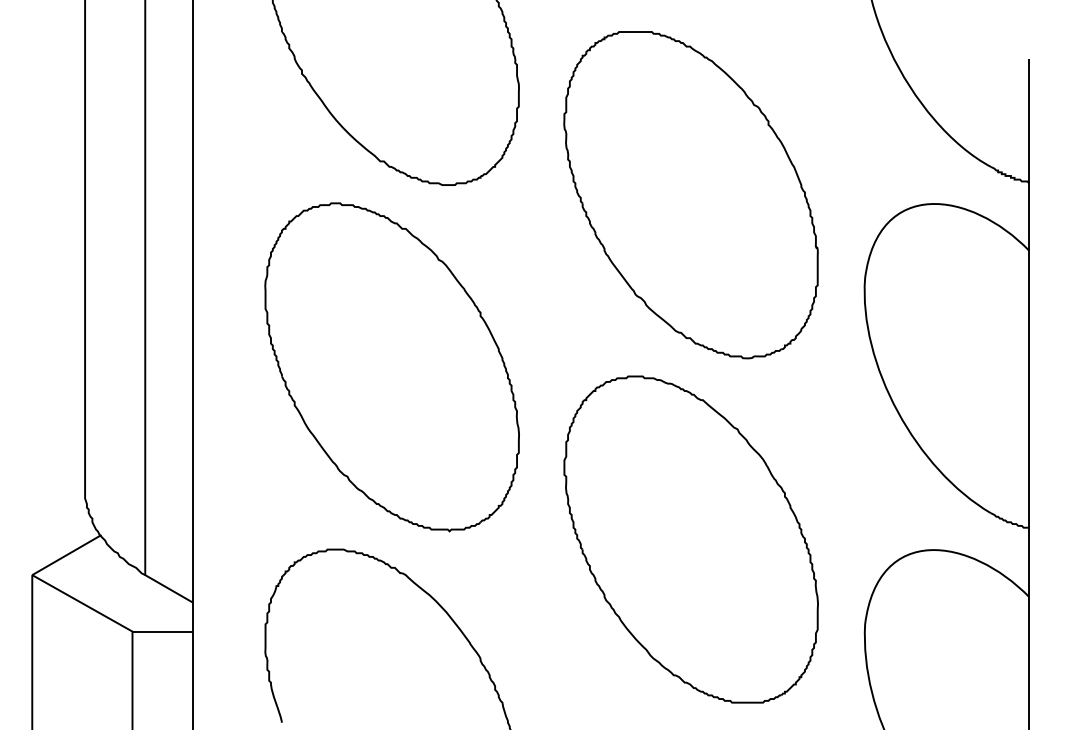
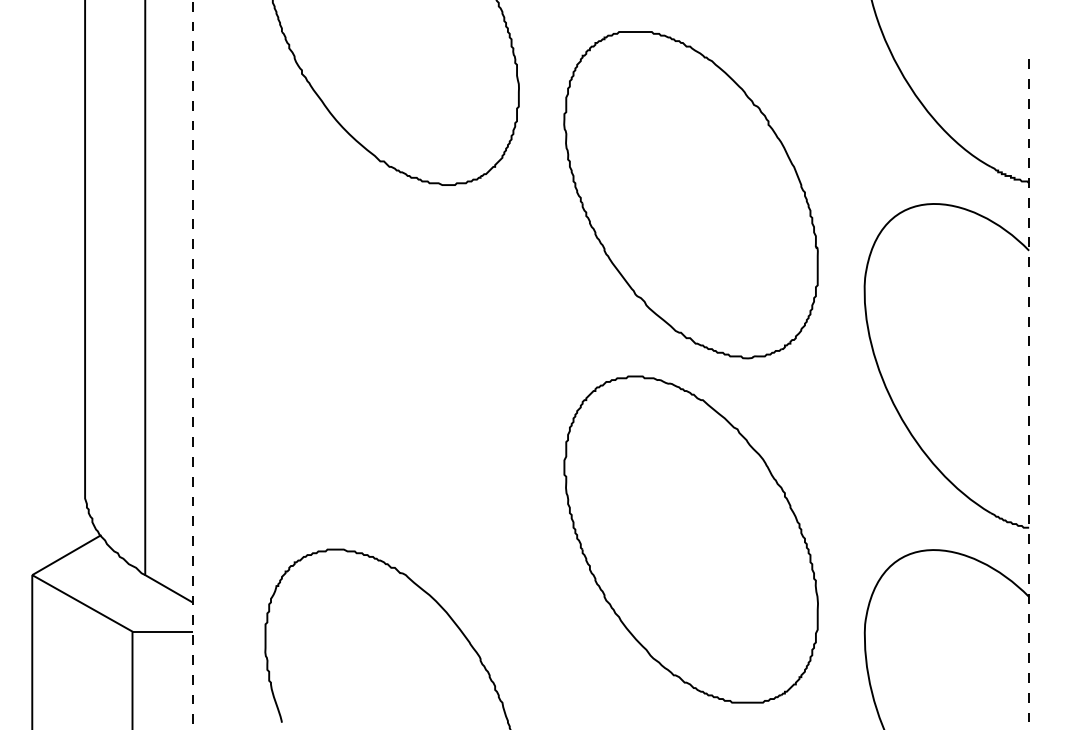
line at (192, 365): solid -> dashed
part at (391, 367): present -> none
line at (1029, 394): solid -> dashed
